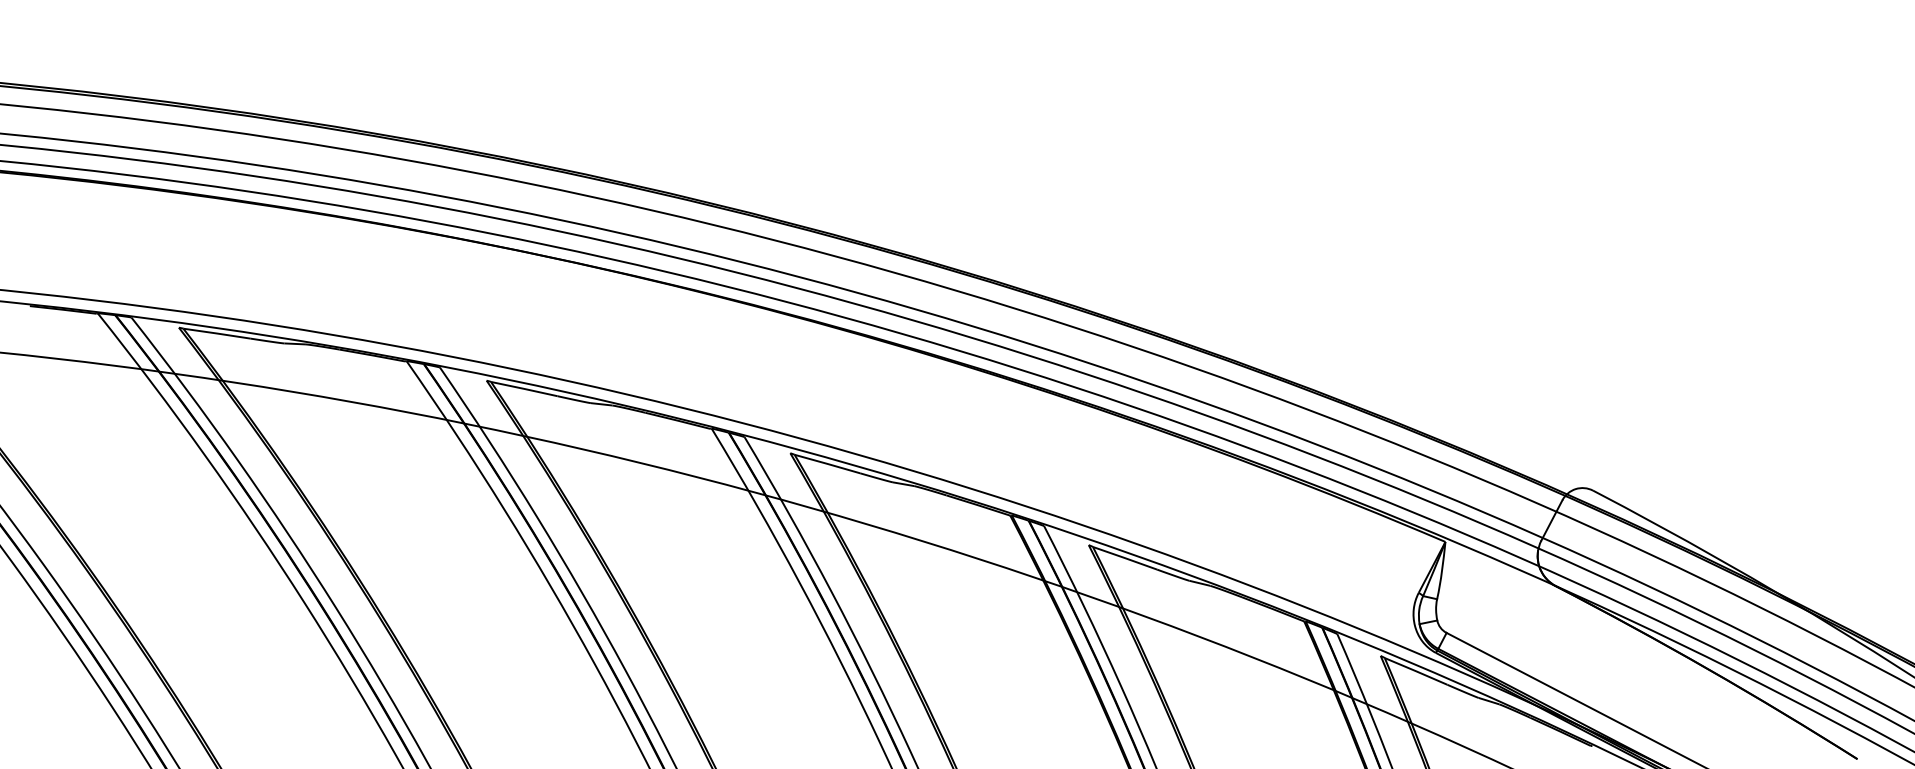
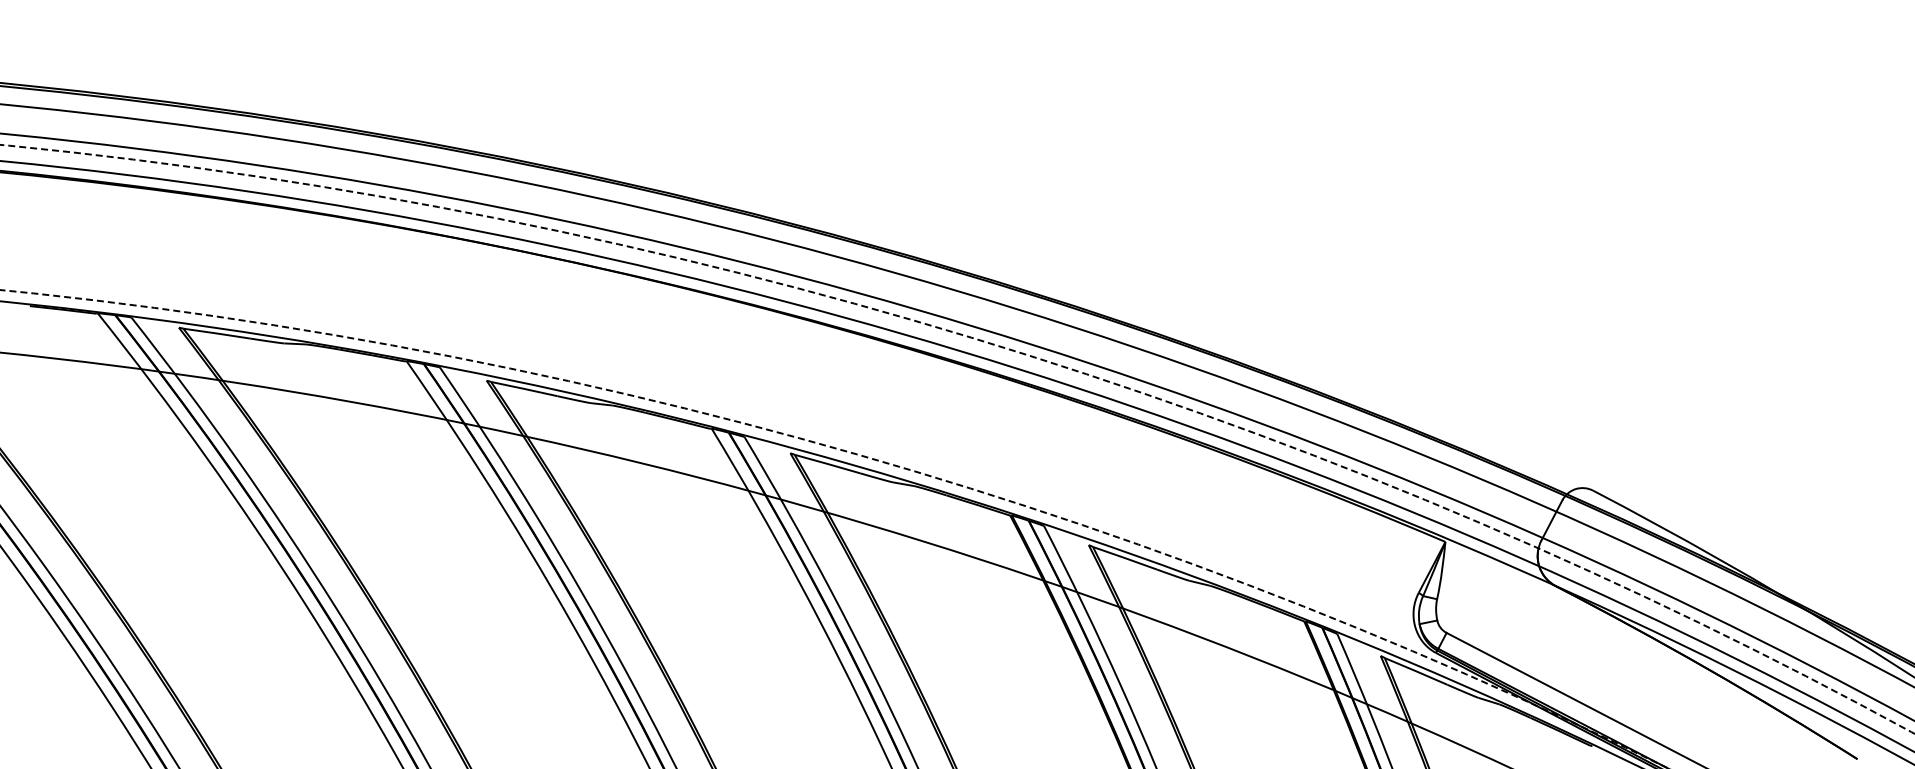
arc at (987, 342): solid -> dashed
arc at (857, 454): solid -> dashed
